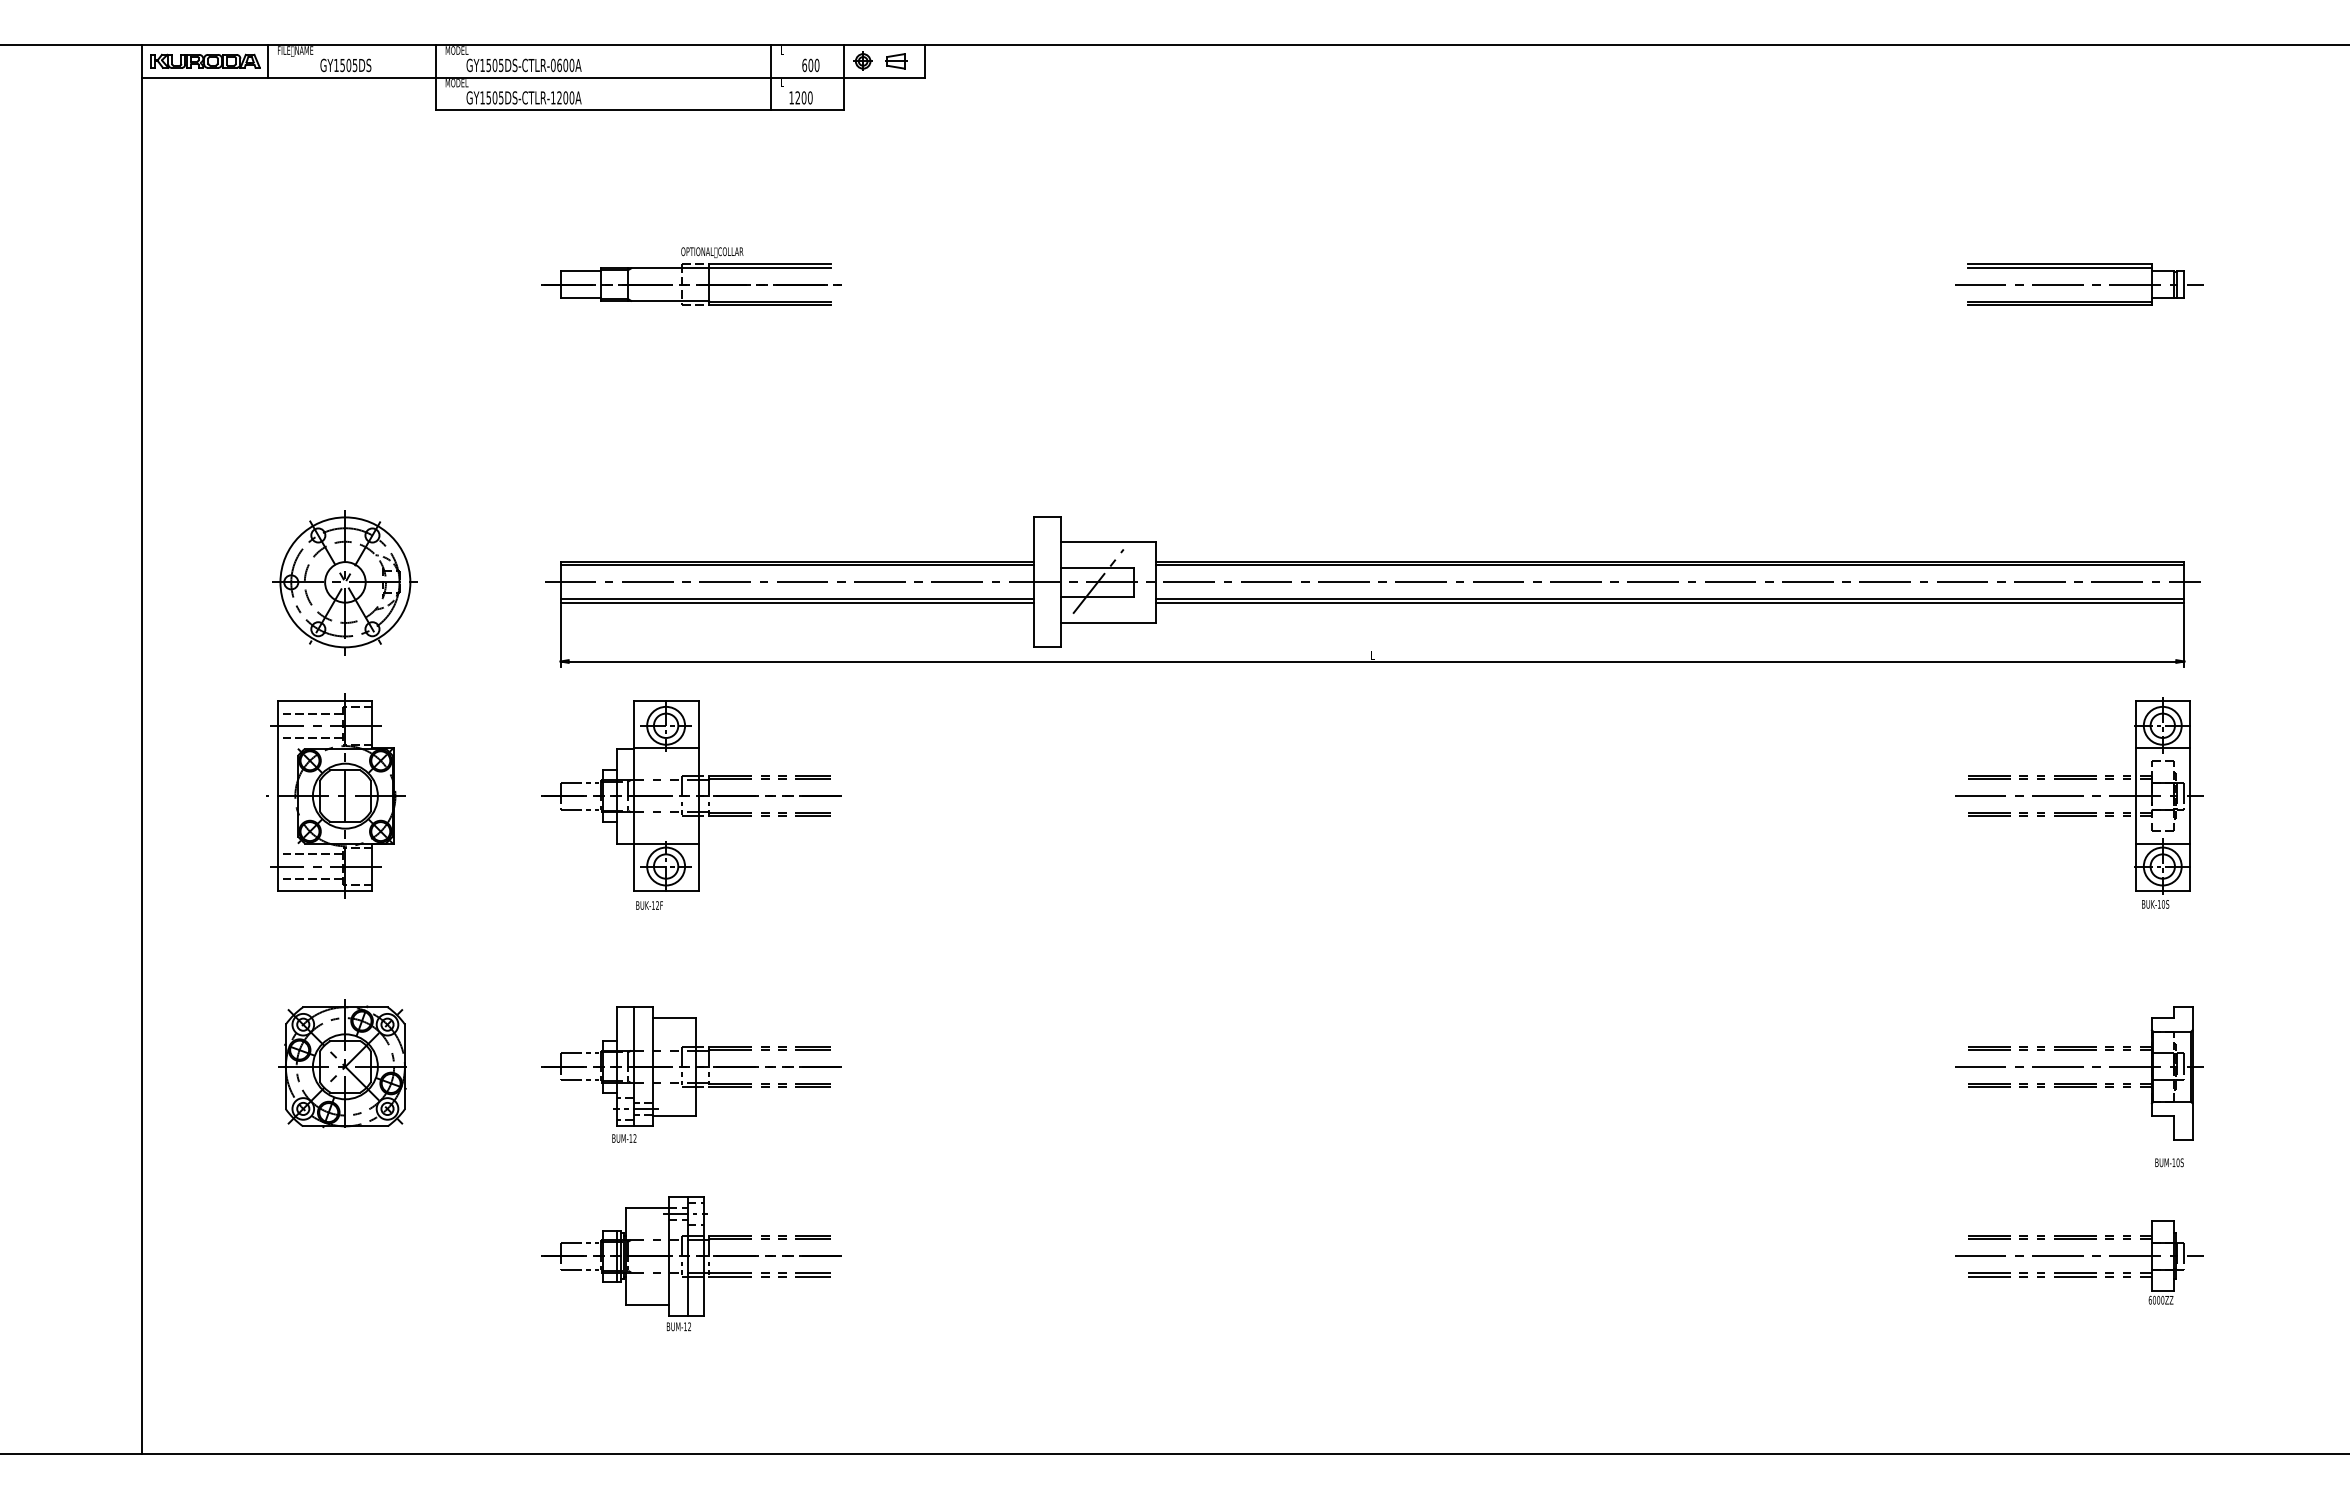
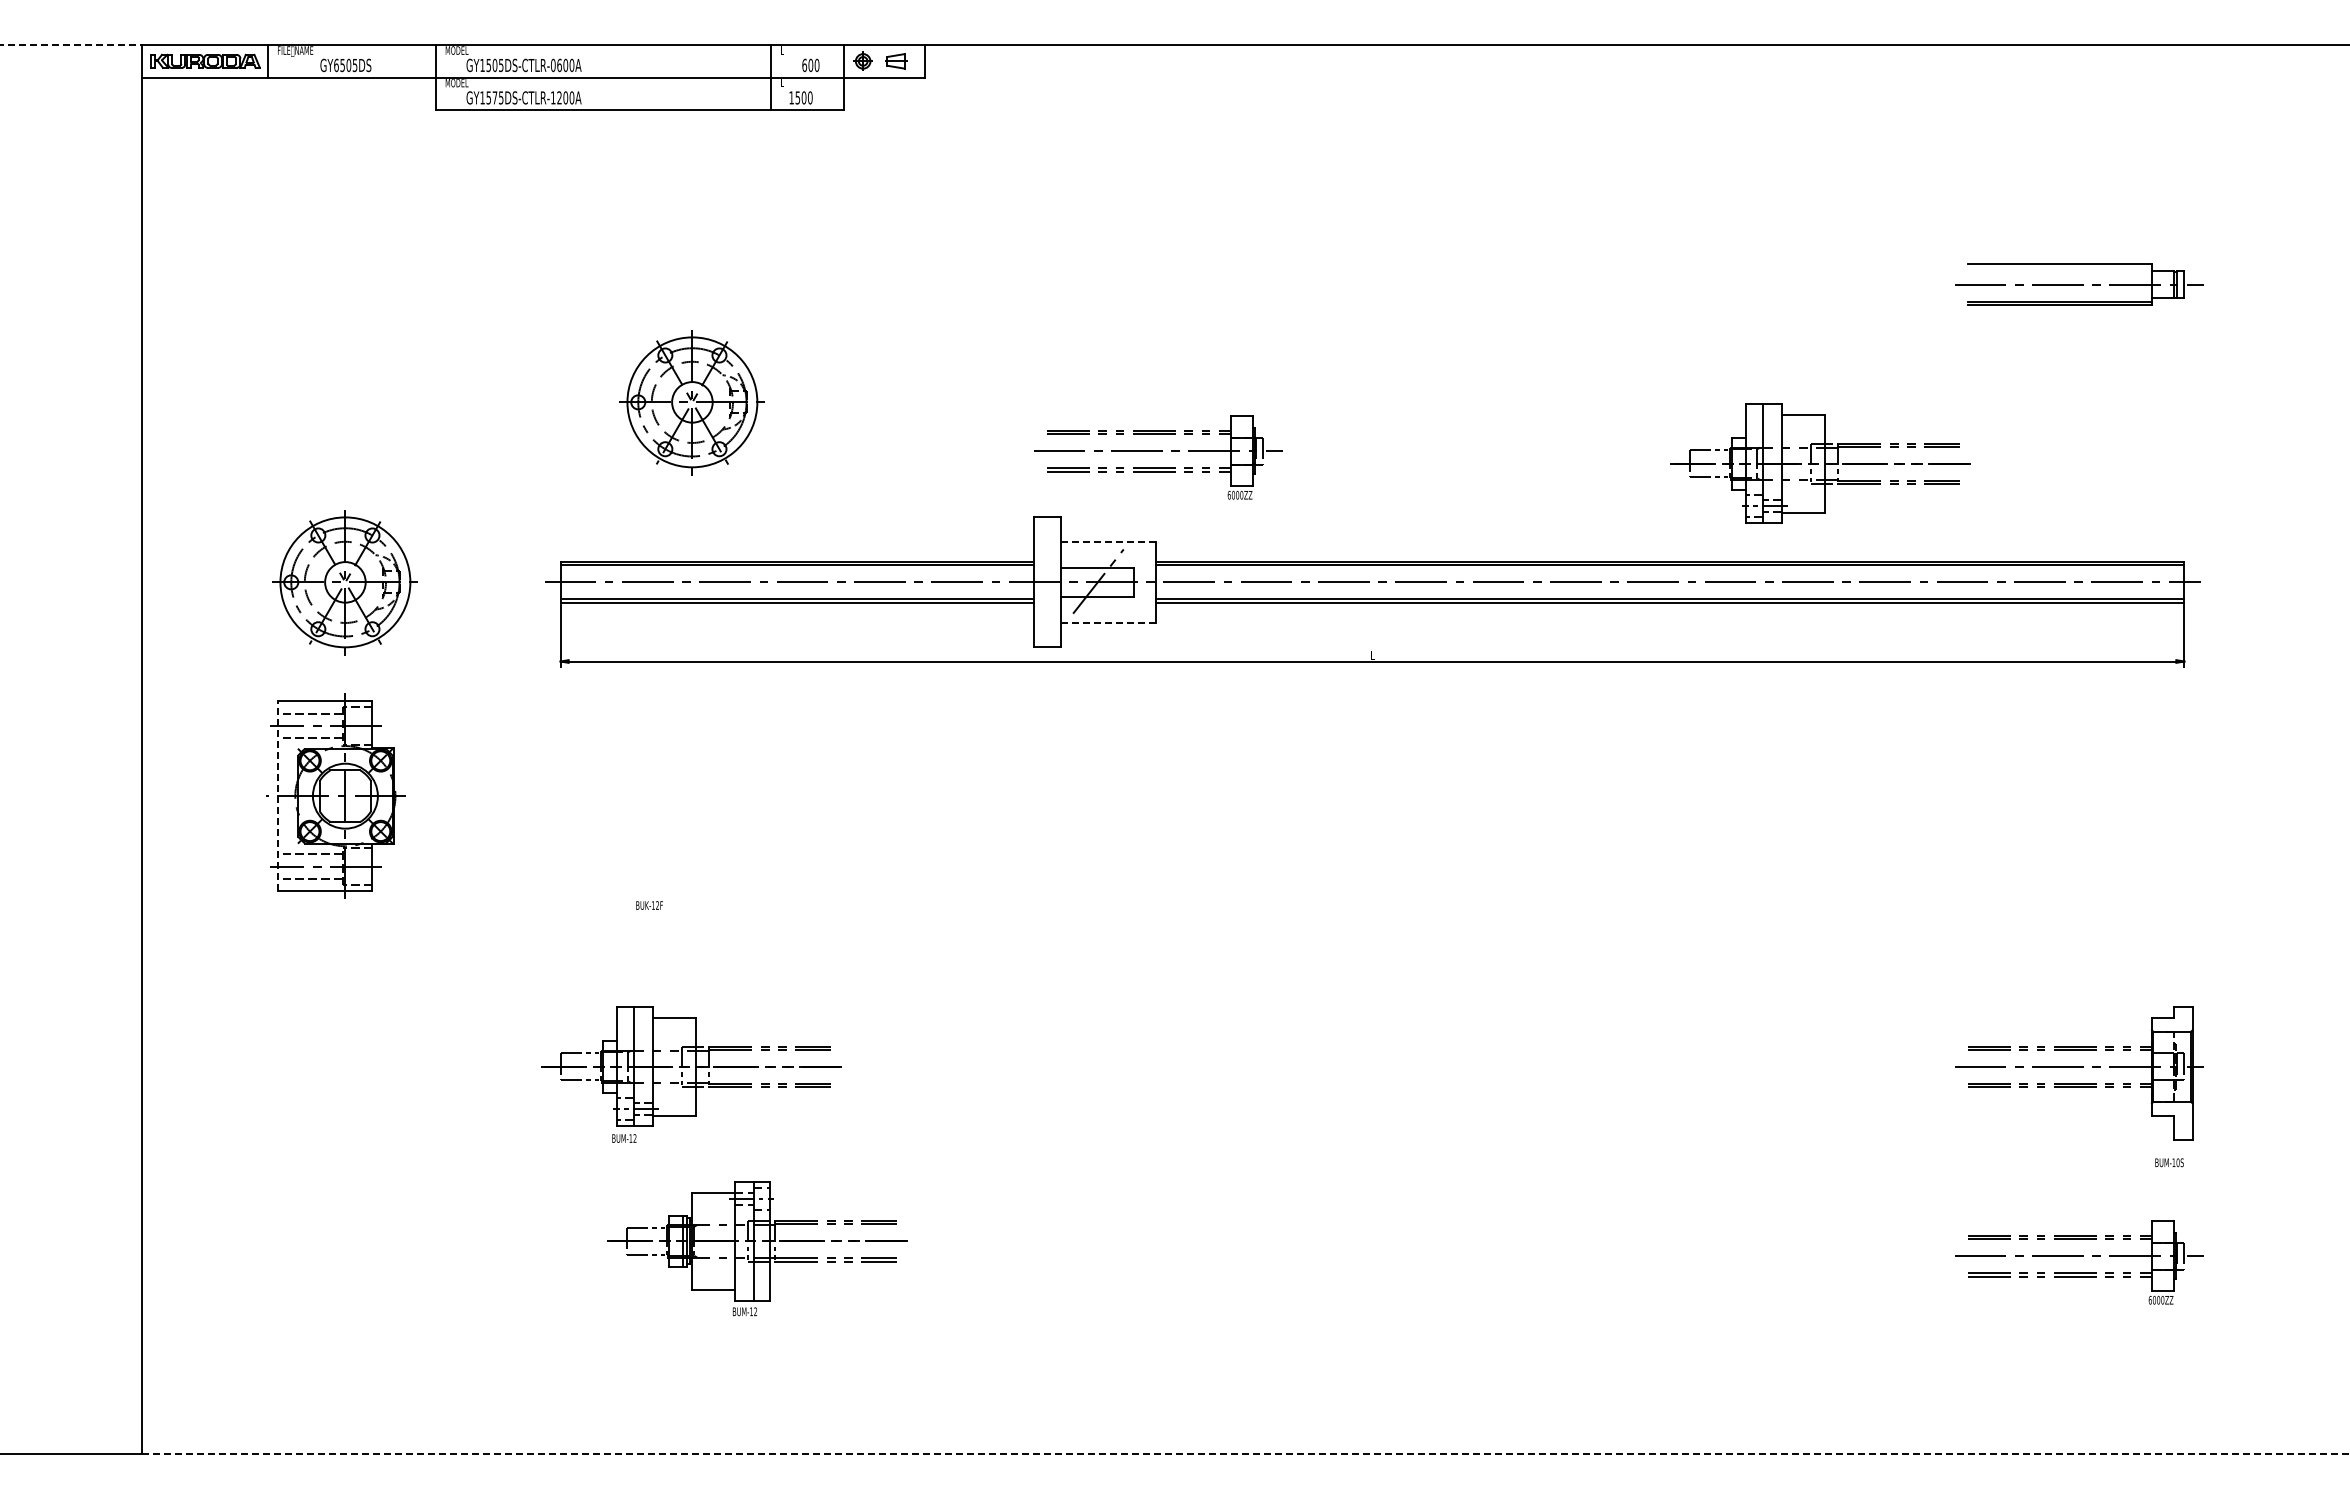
line at (71, 45): solid -> dashed
text at (336, 65): GY1505DS -> GY6505DS
text at (494, 97): GY1505DS-CTLR-1200A -> GY1575DS-CTLR-1200A
text at (797, 97): 1200 -> 1500
line at (2059, 267): present -> none
part at (691, 276): present -> none
part at (691, 402): none -> present
part at (1158, 457): none -> present
part at (1820, 463): none -> present
line at (1109, 541): solid -> dashed
line at (1109, 622): solid -> dashed
part at (691, 795): present -> none
line at (277, 796): solid -> dashed
part at (2079, 802): present -> none
part at (342, 1063): present -> none
part at (691, 1263) position: (691, 1263) -> (757, 1248)
line at (1246, 1453): solid -> dashed
